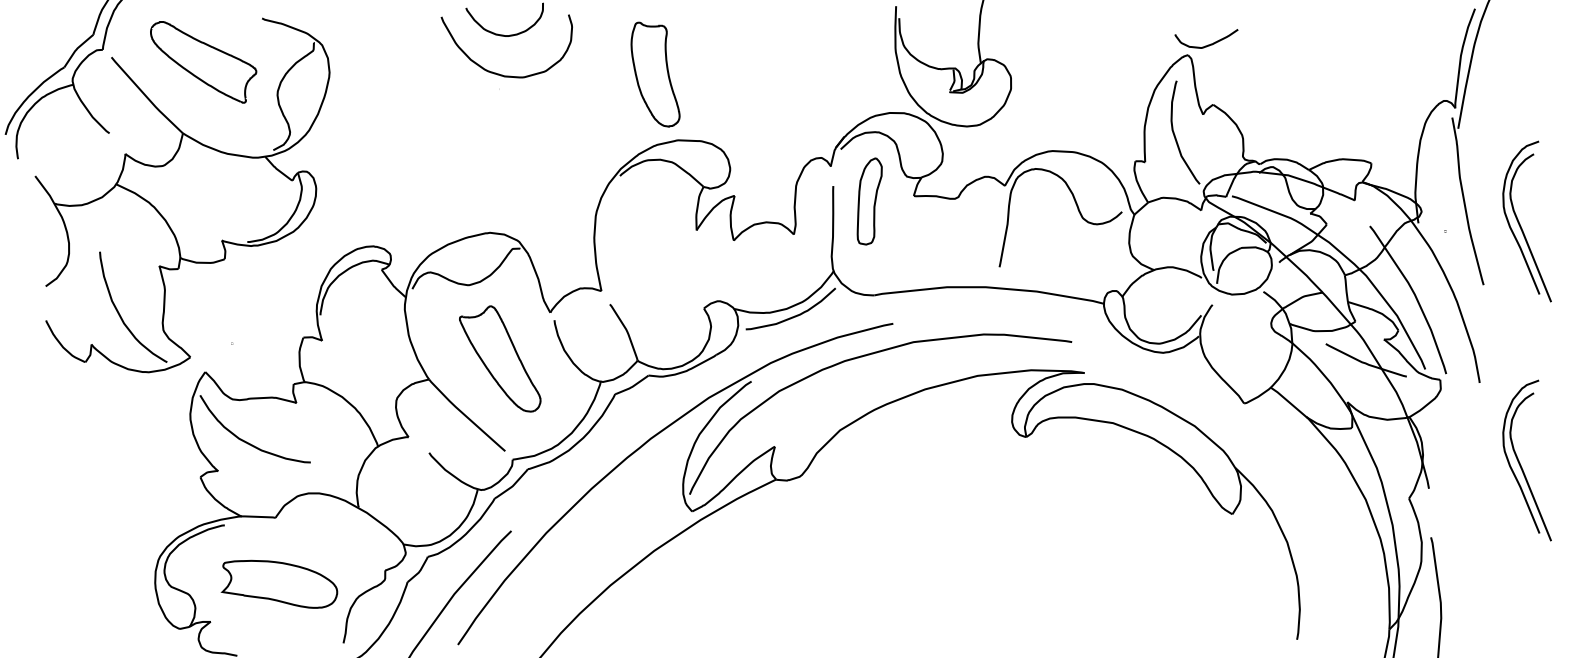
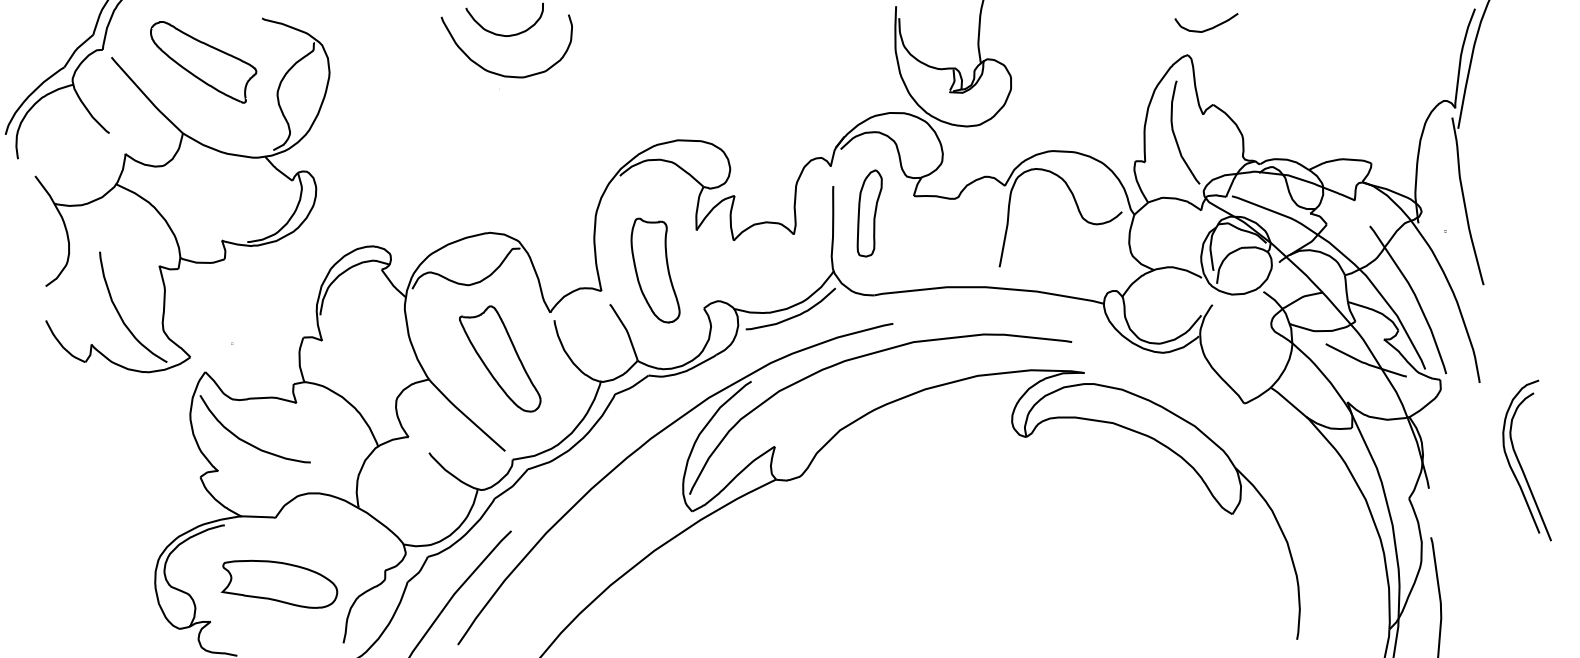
curve at (1208, 44) position: (1208, 44) -> (1208, 28)
part at (655, 74) position: (655, 74) -> (655, 270)
part at (869, 201) position: (869, 201) -> (869, 213)
part at (1520, 223): present -> none
